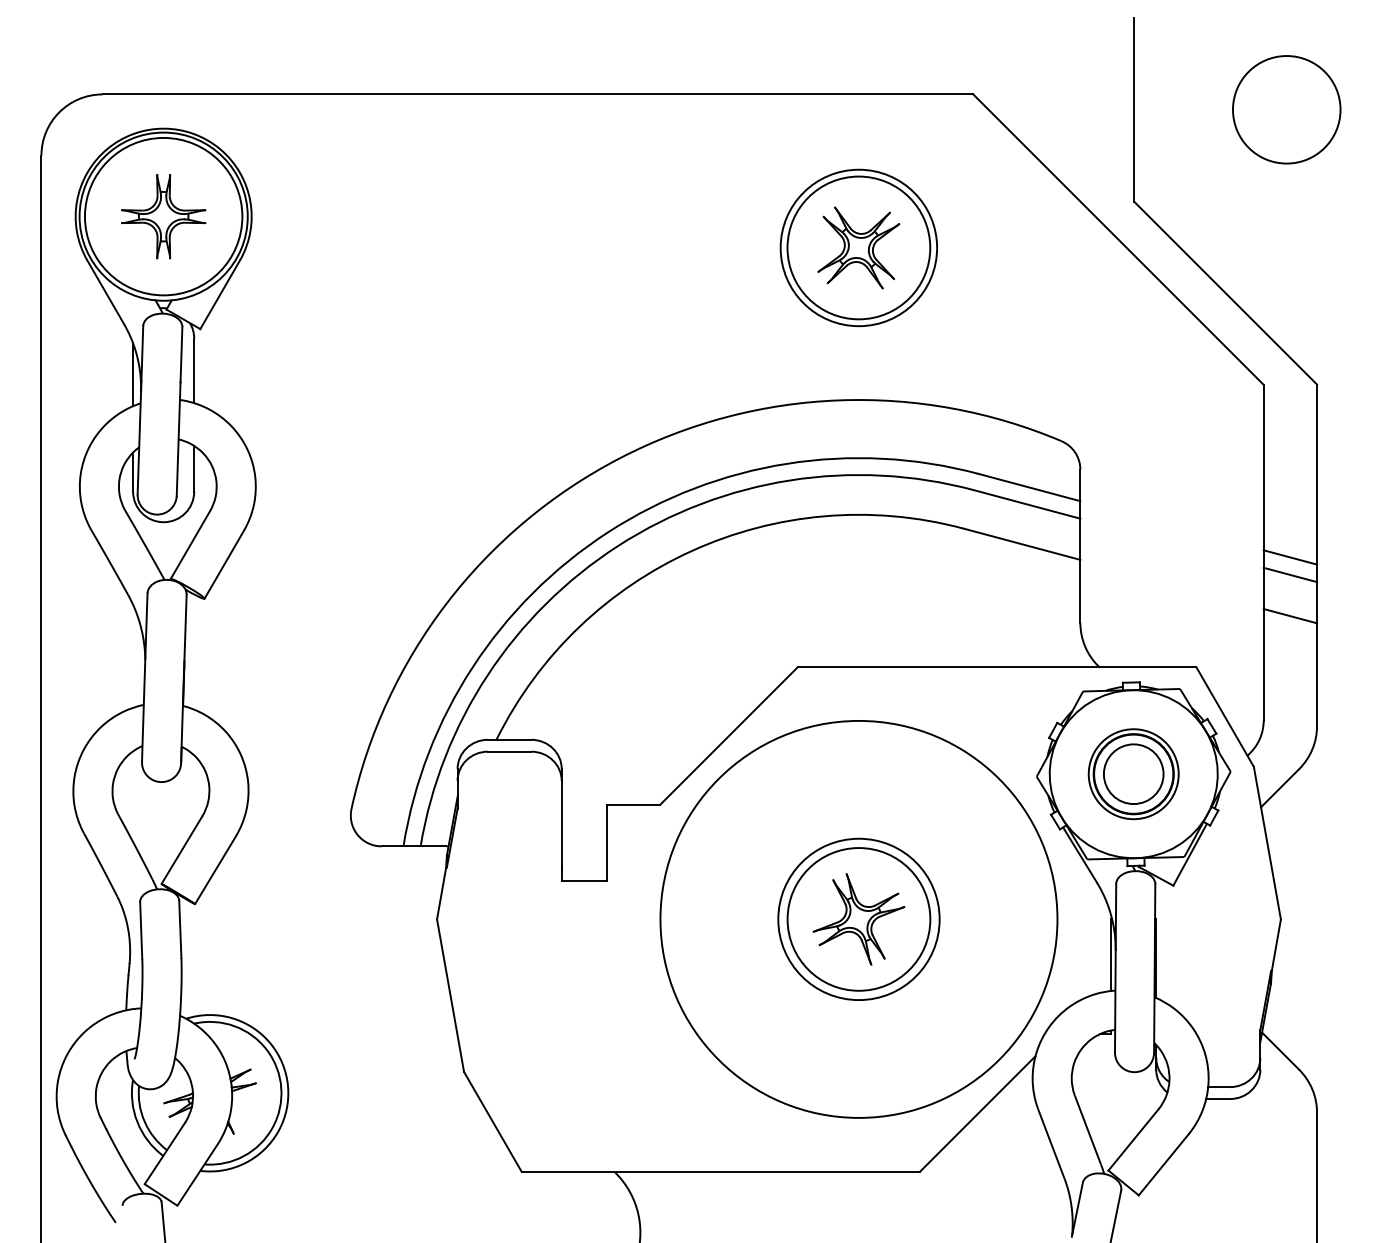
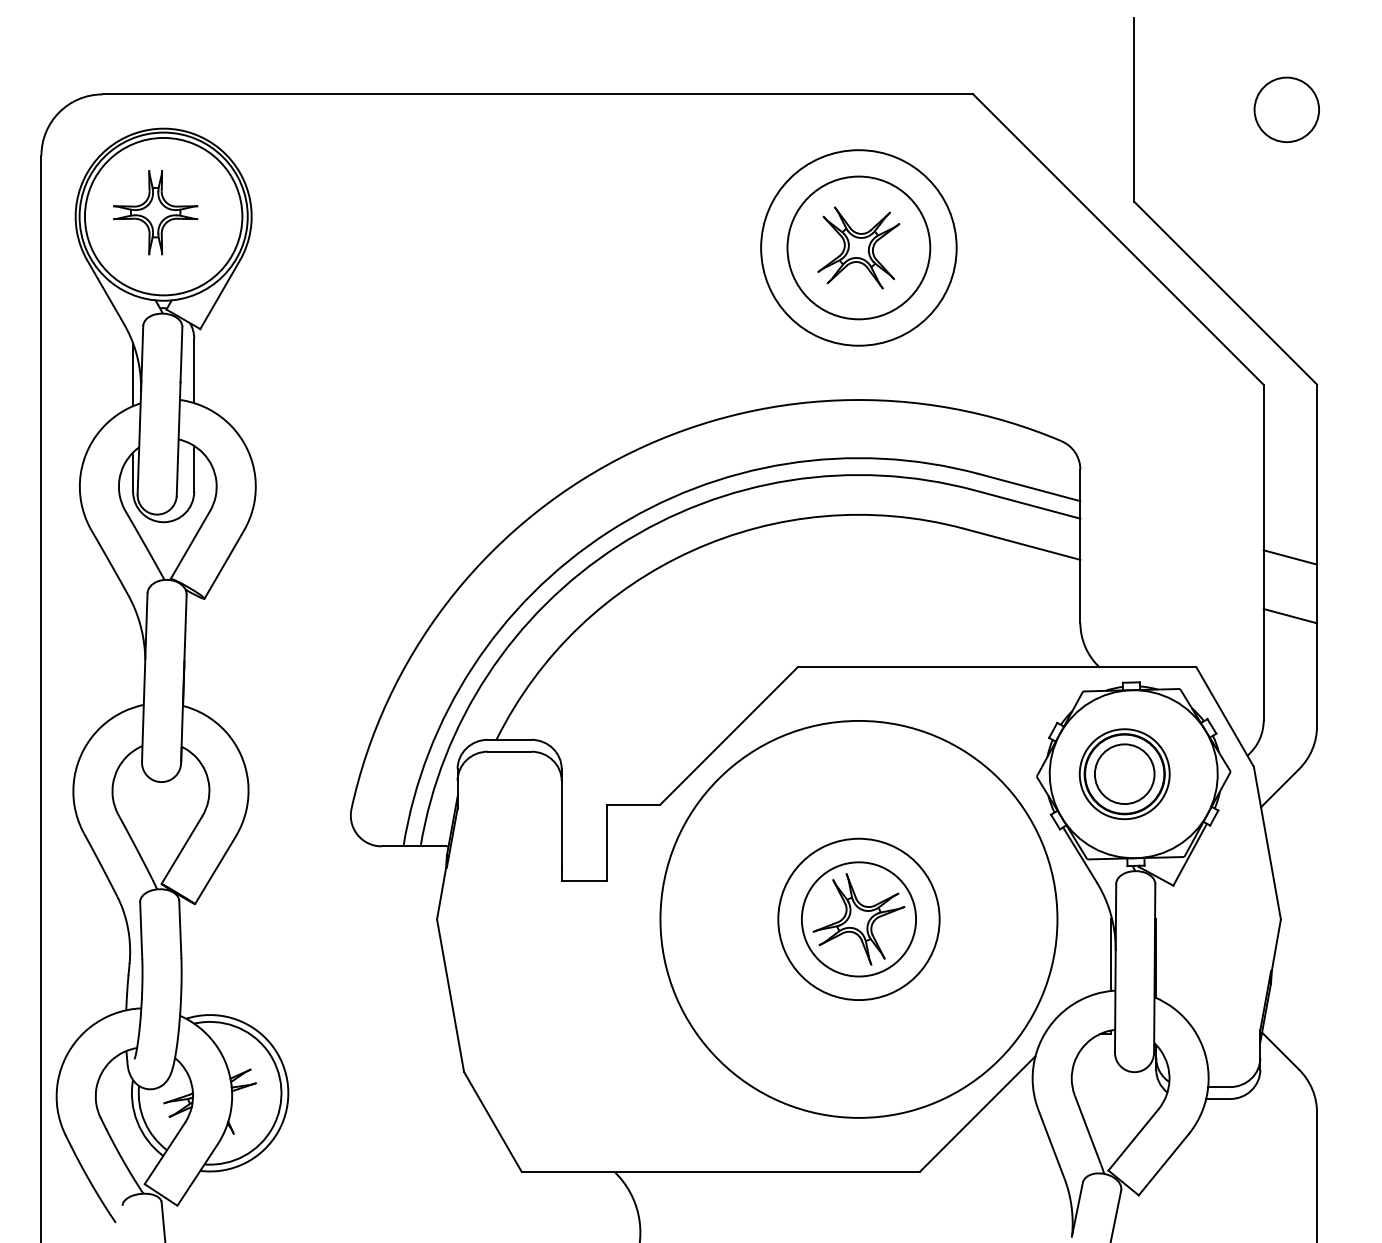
circle at (1286, 109) size: 110x110 px -> 67x67 px
part at (163, 216) position: (163, 216) -> (155, 212)
circle at (858, 247) diameter: 156 px -> 196 px
line at (1290, 574): present -> none
part at (1133, 774) position: (1133, 774) -> (1124, 774)
circle at (858, 919) diameter: 143 px -> 114 px
